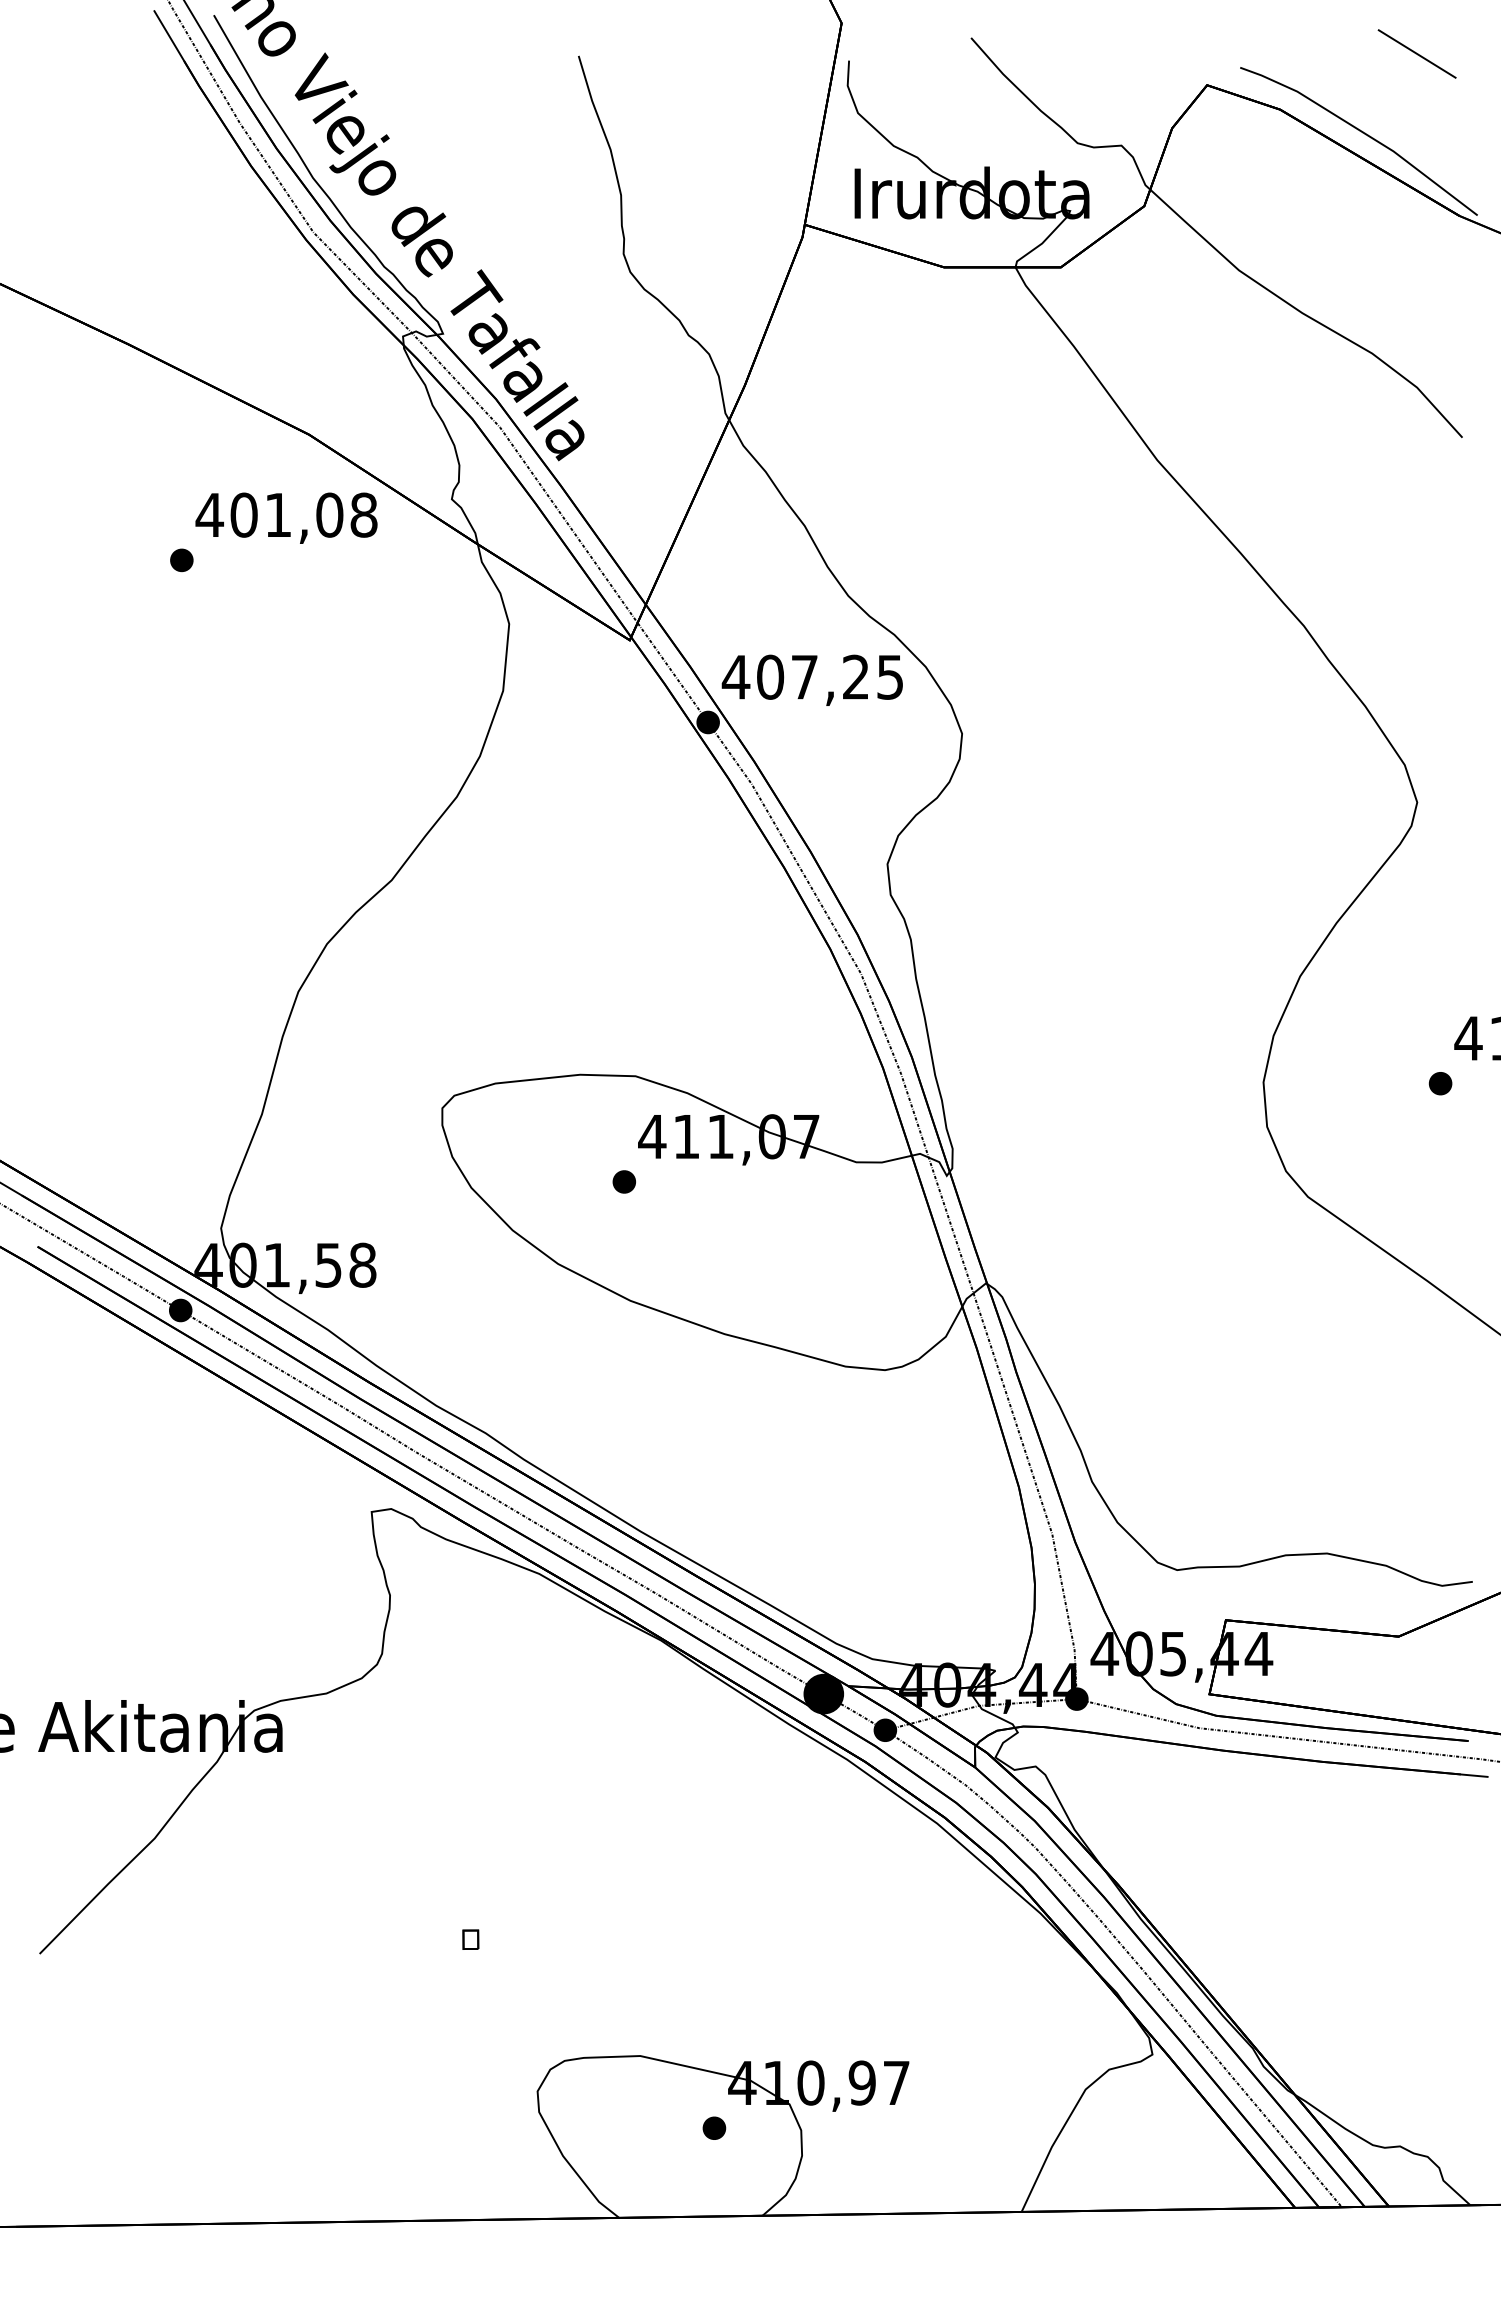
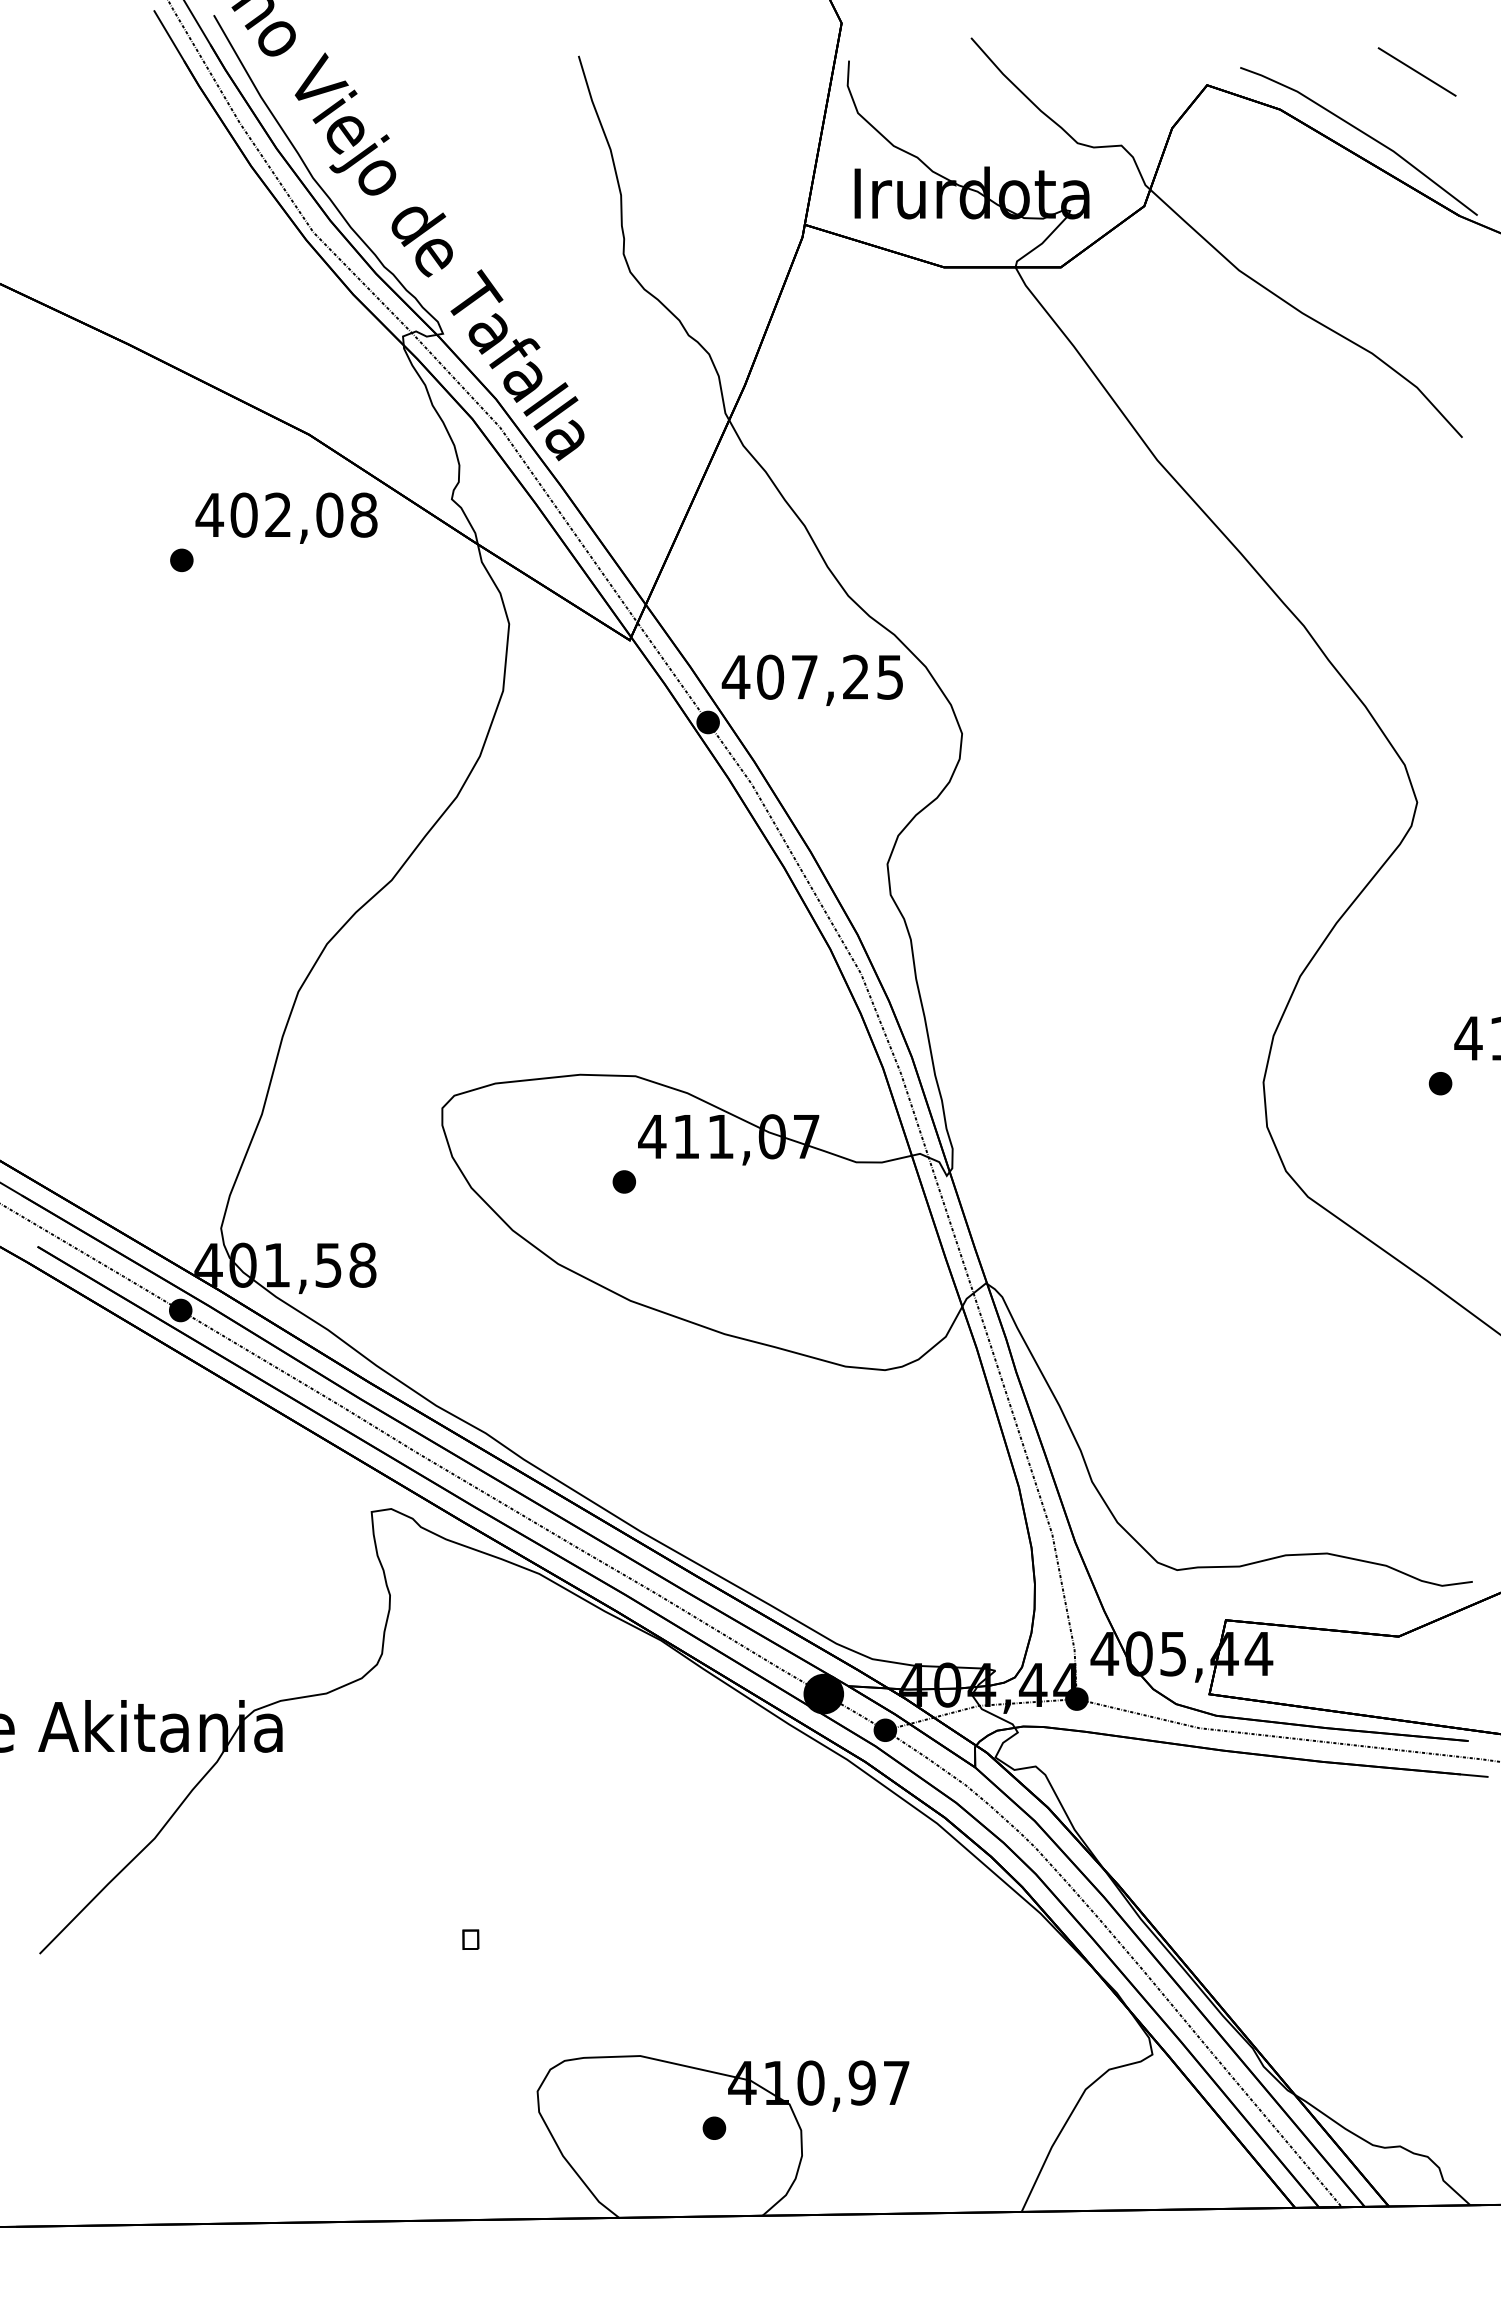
line at (1416, 53) position: (1416, 53) -> (1416, 71)
text at (277, 514): 401,08 -> 402,08
